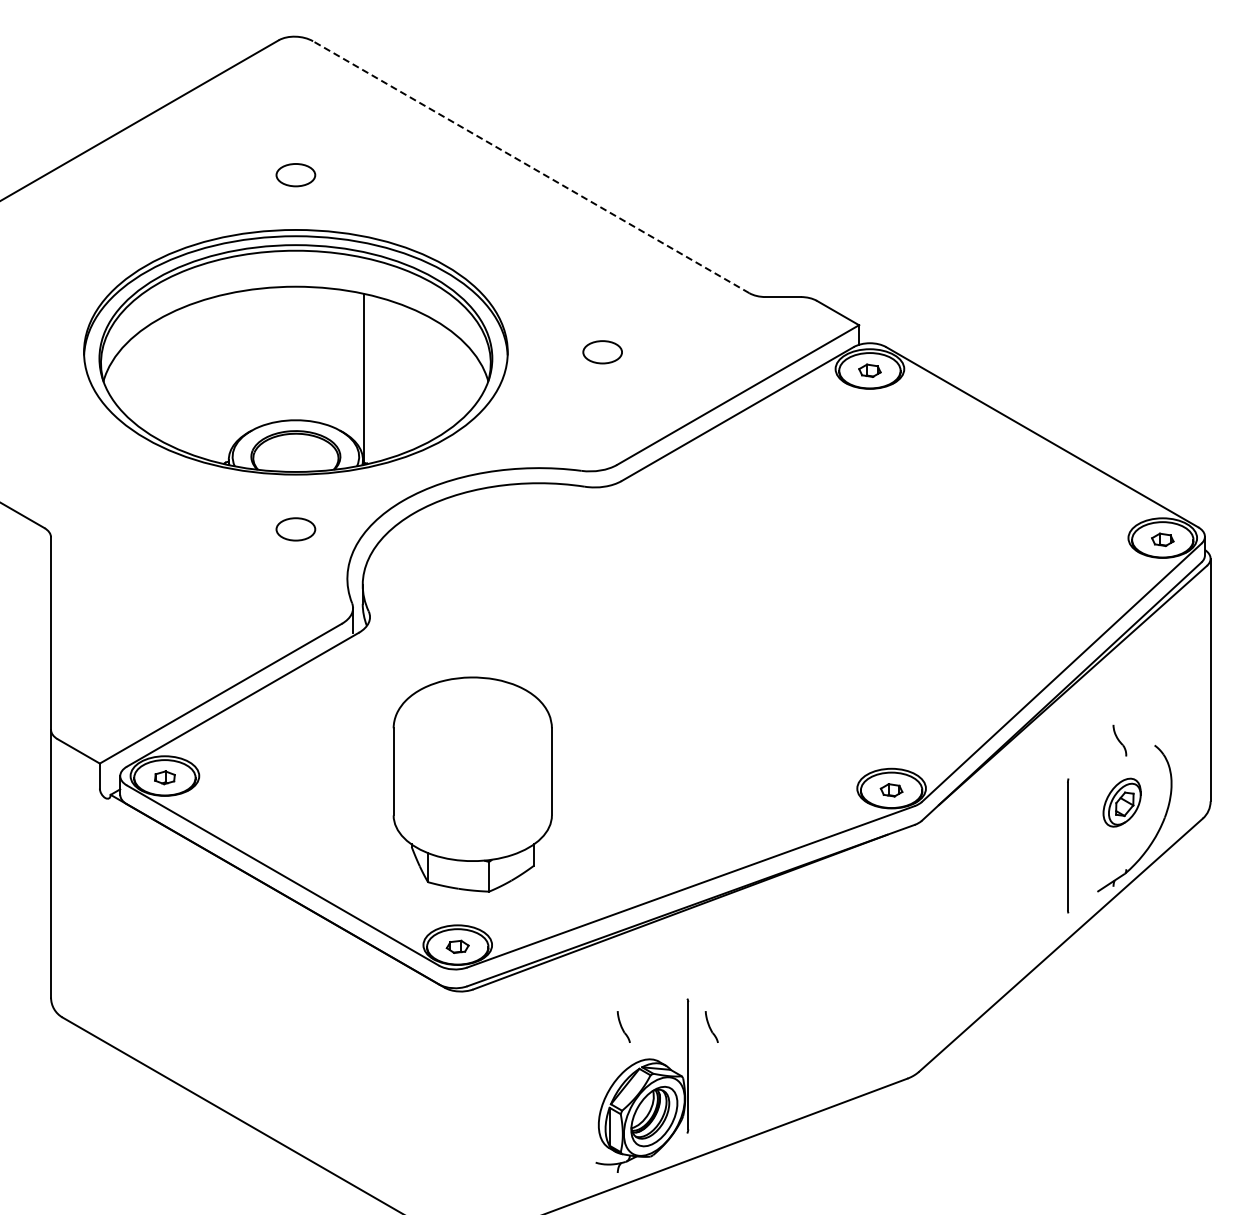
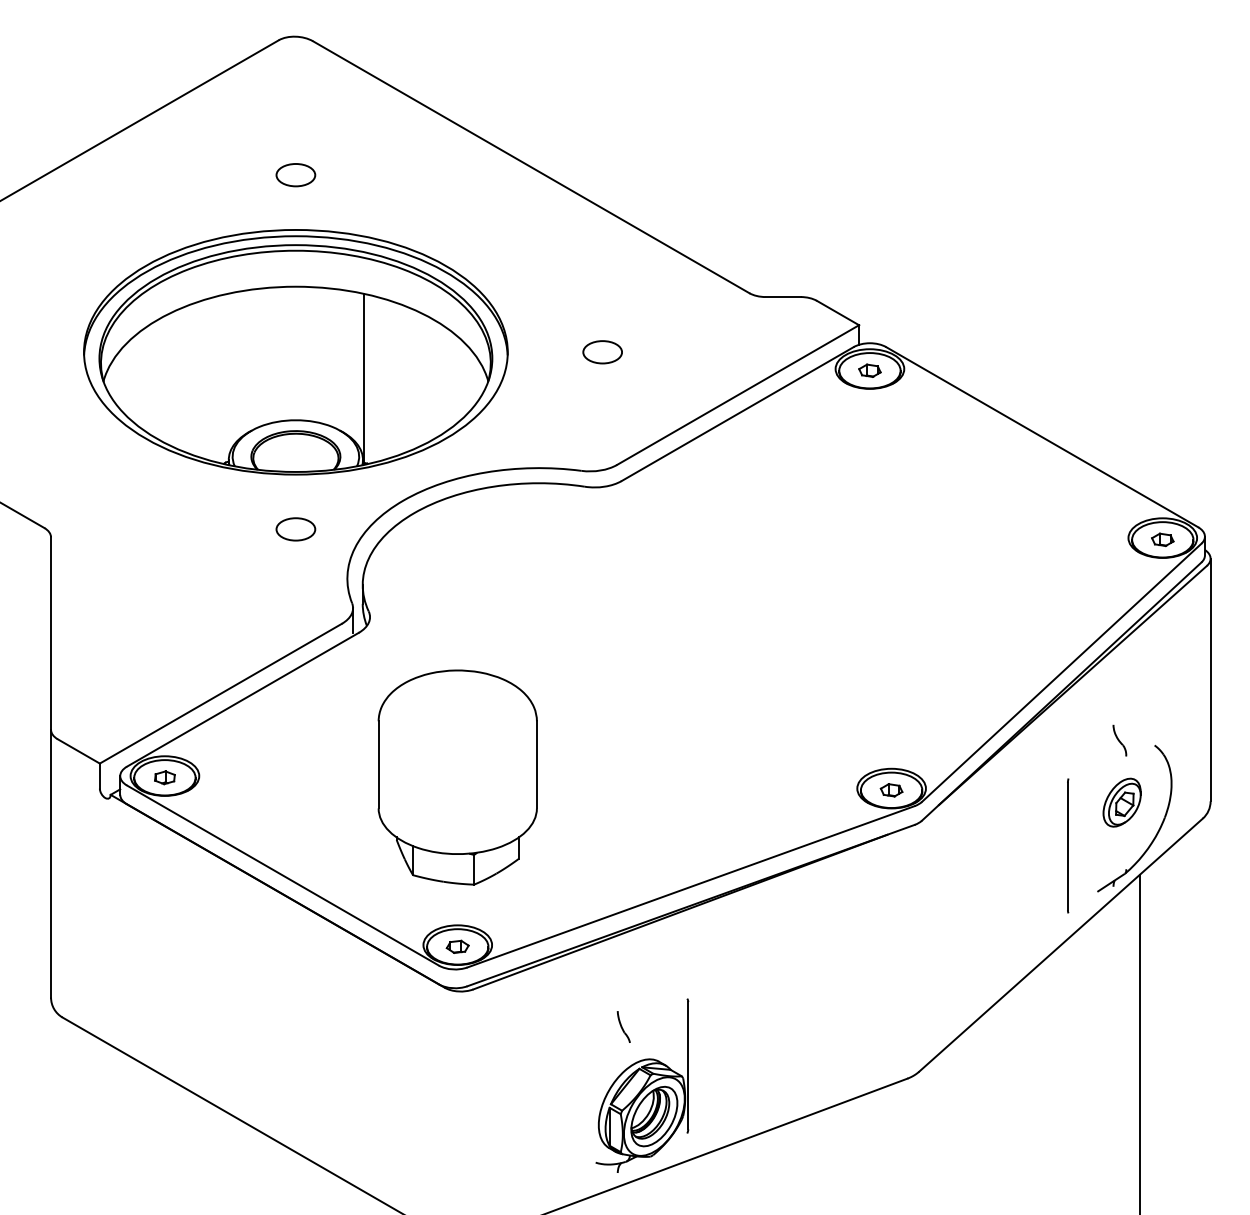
line at (531, 167): dashed -> solid
part at (472, 784) position: (472, 784) -> (457, 777)
part at (711, 1026): present -> none
line at (1139, 1042): none -> present
